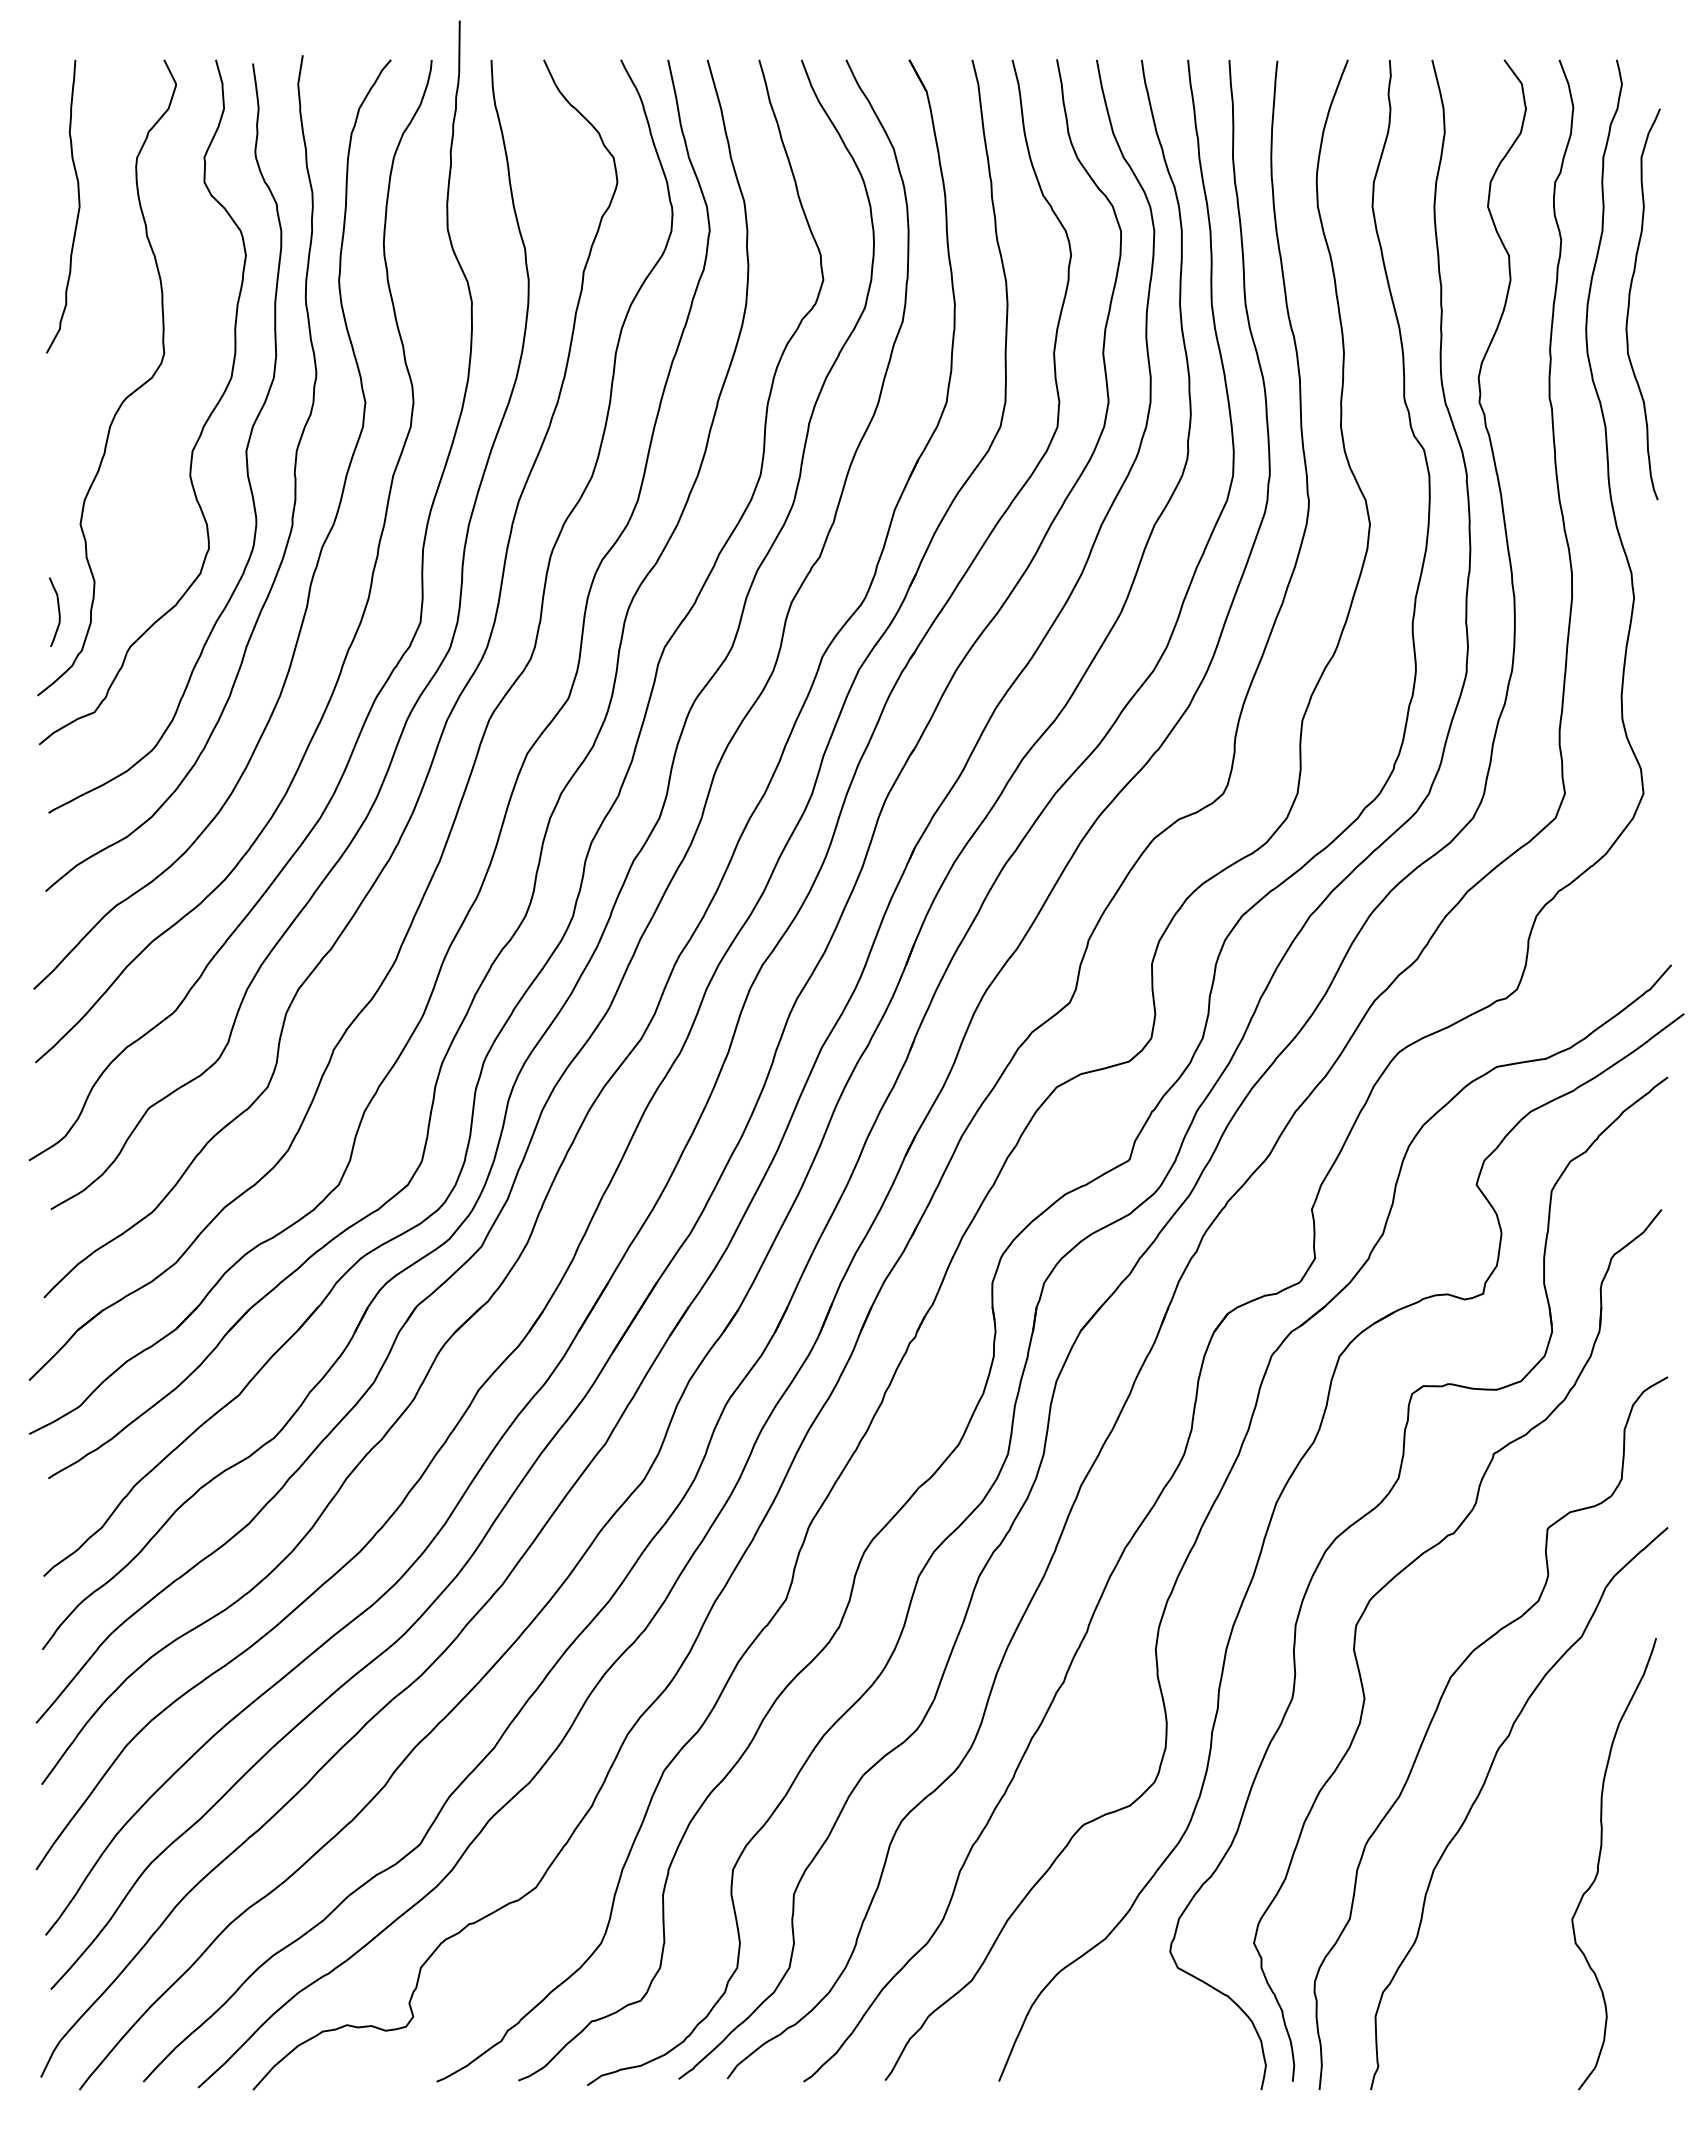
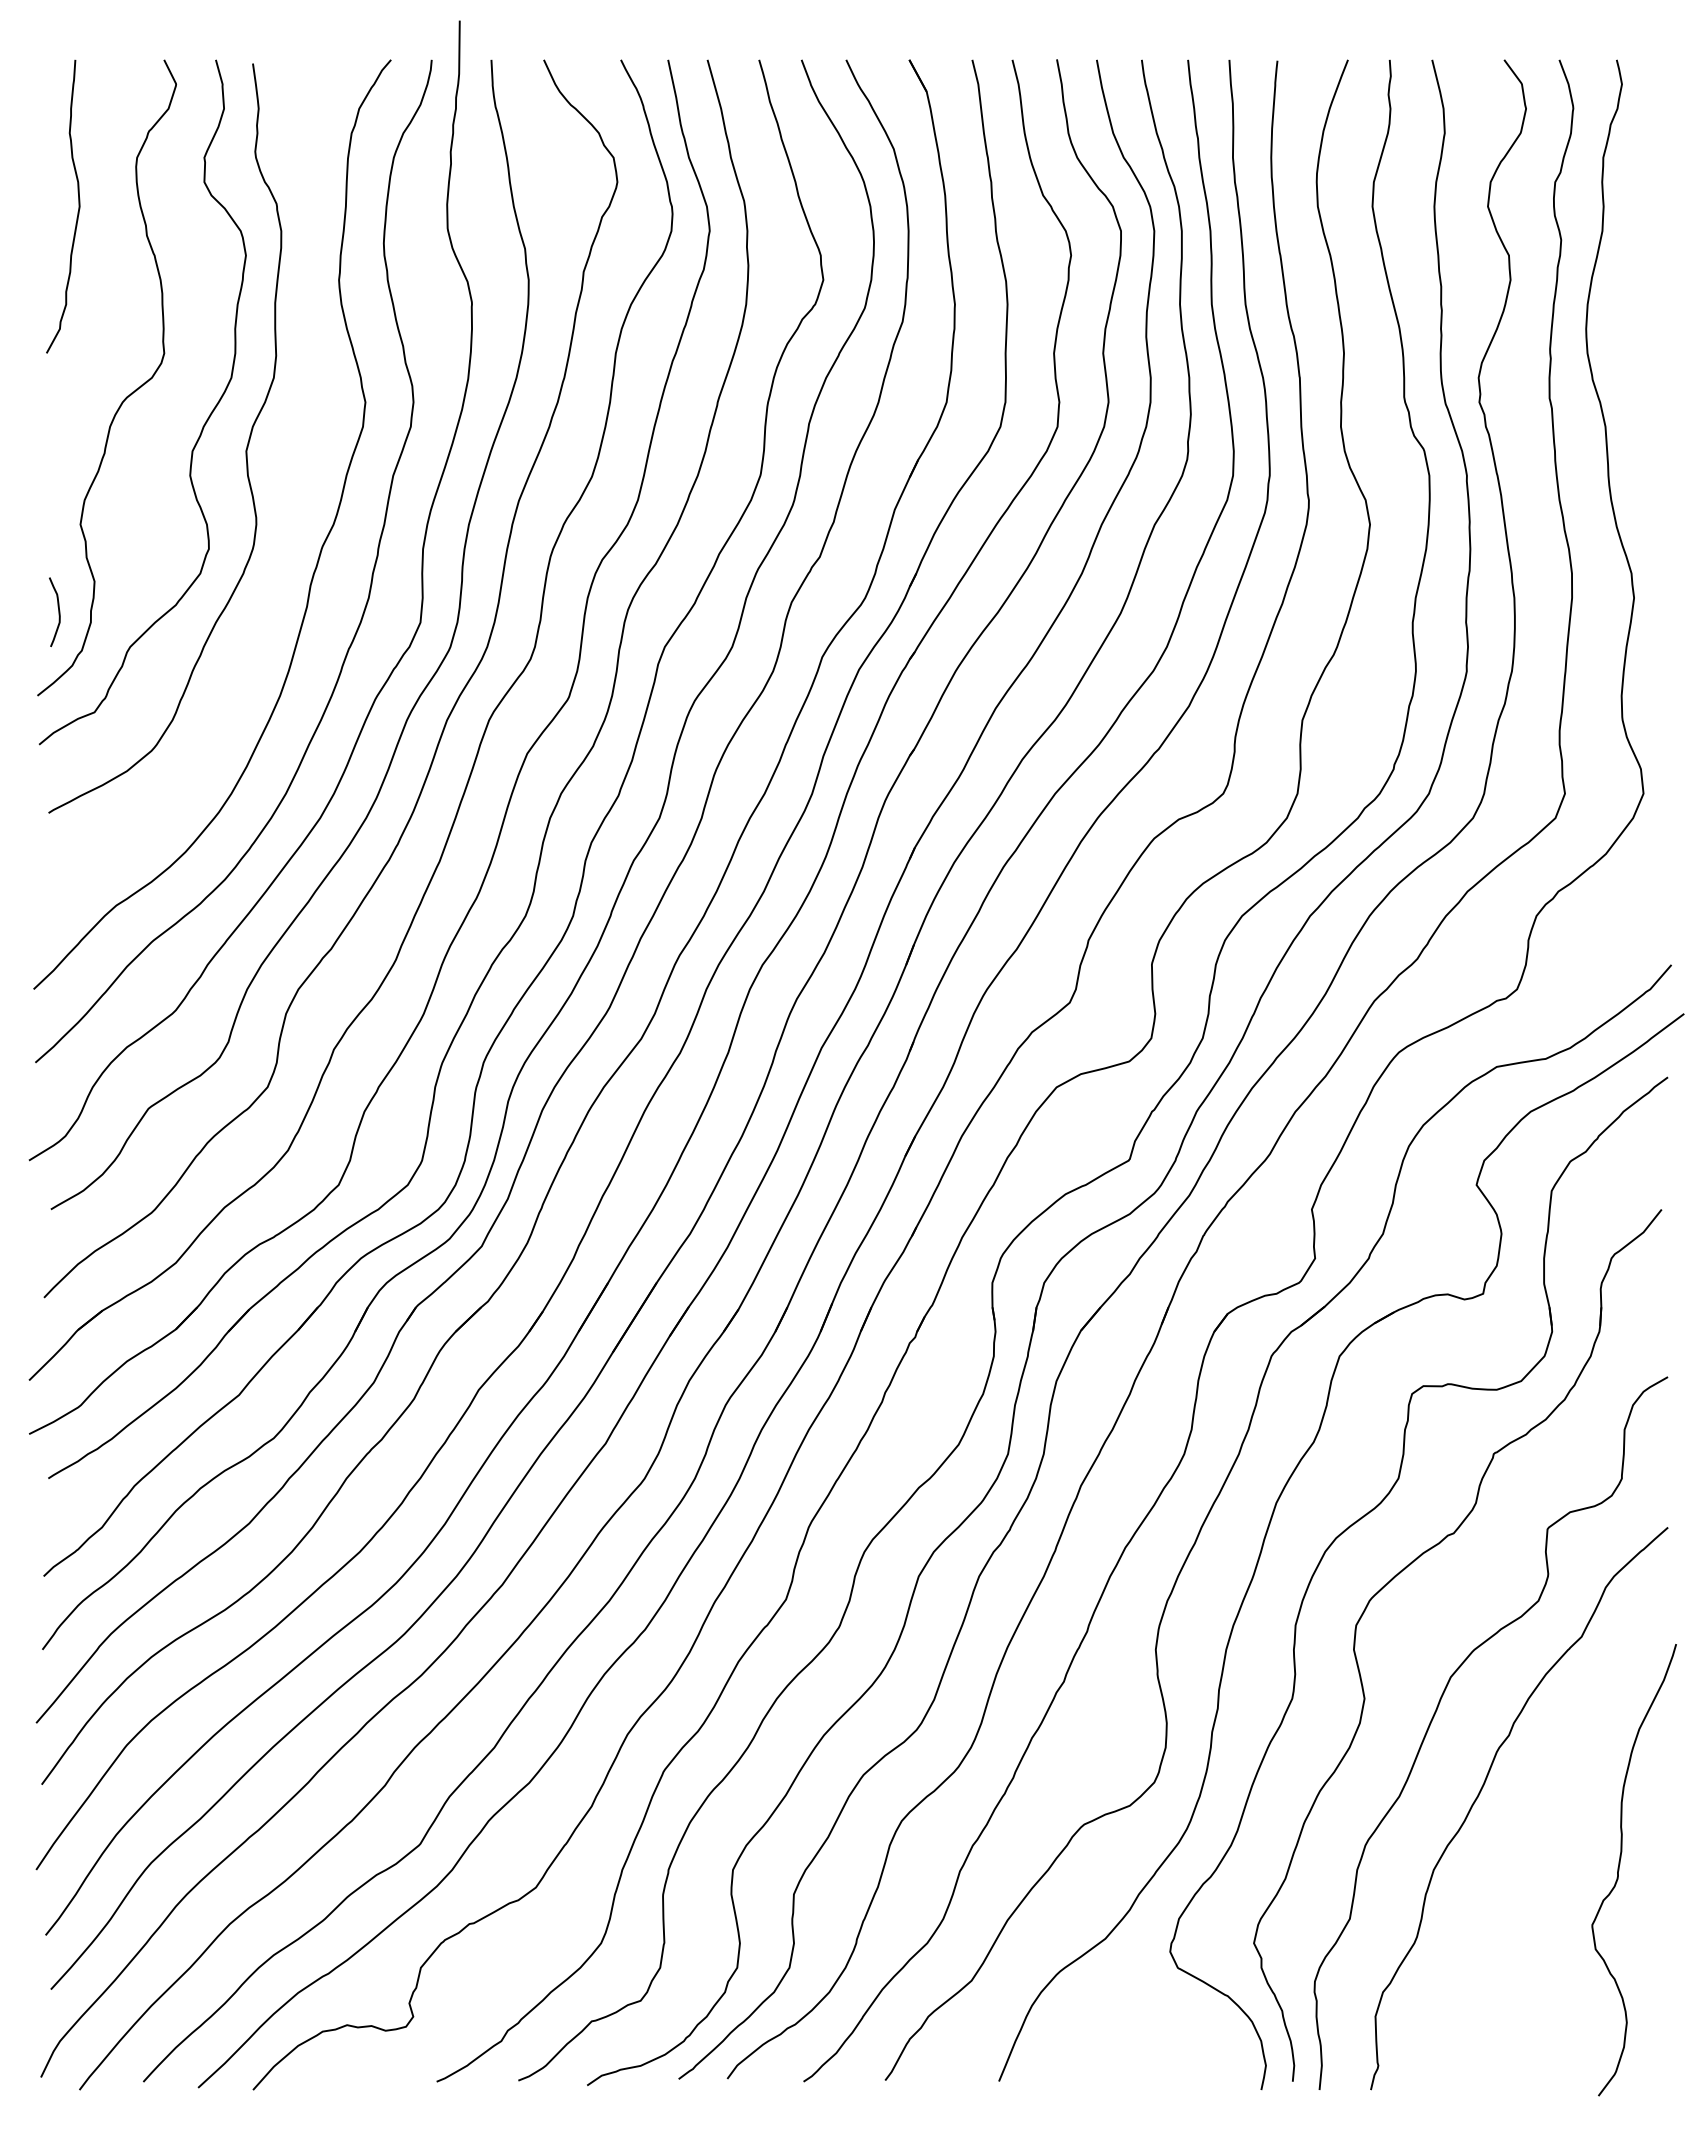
curve at (1630, 299): present -> none
curve at (293, 473): present -> none
curve at (1599, 1864) position: (1599, 1864) -> (1619, 1870)
